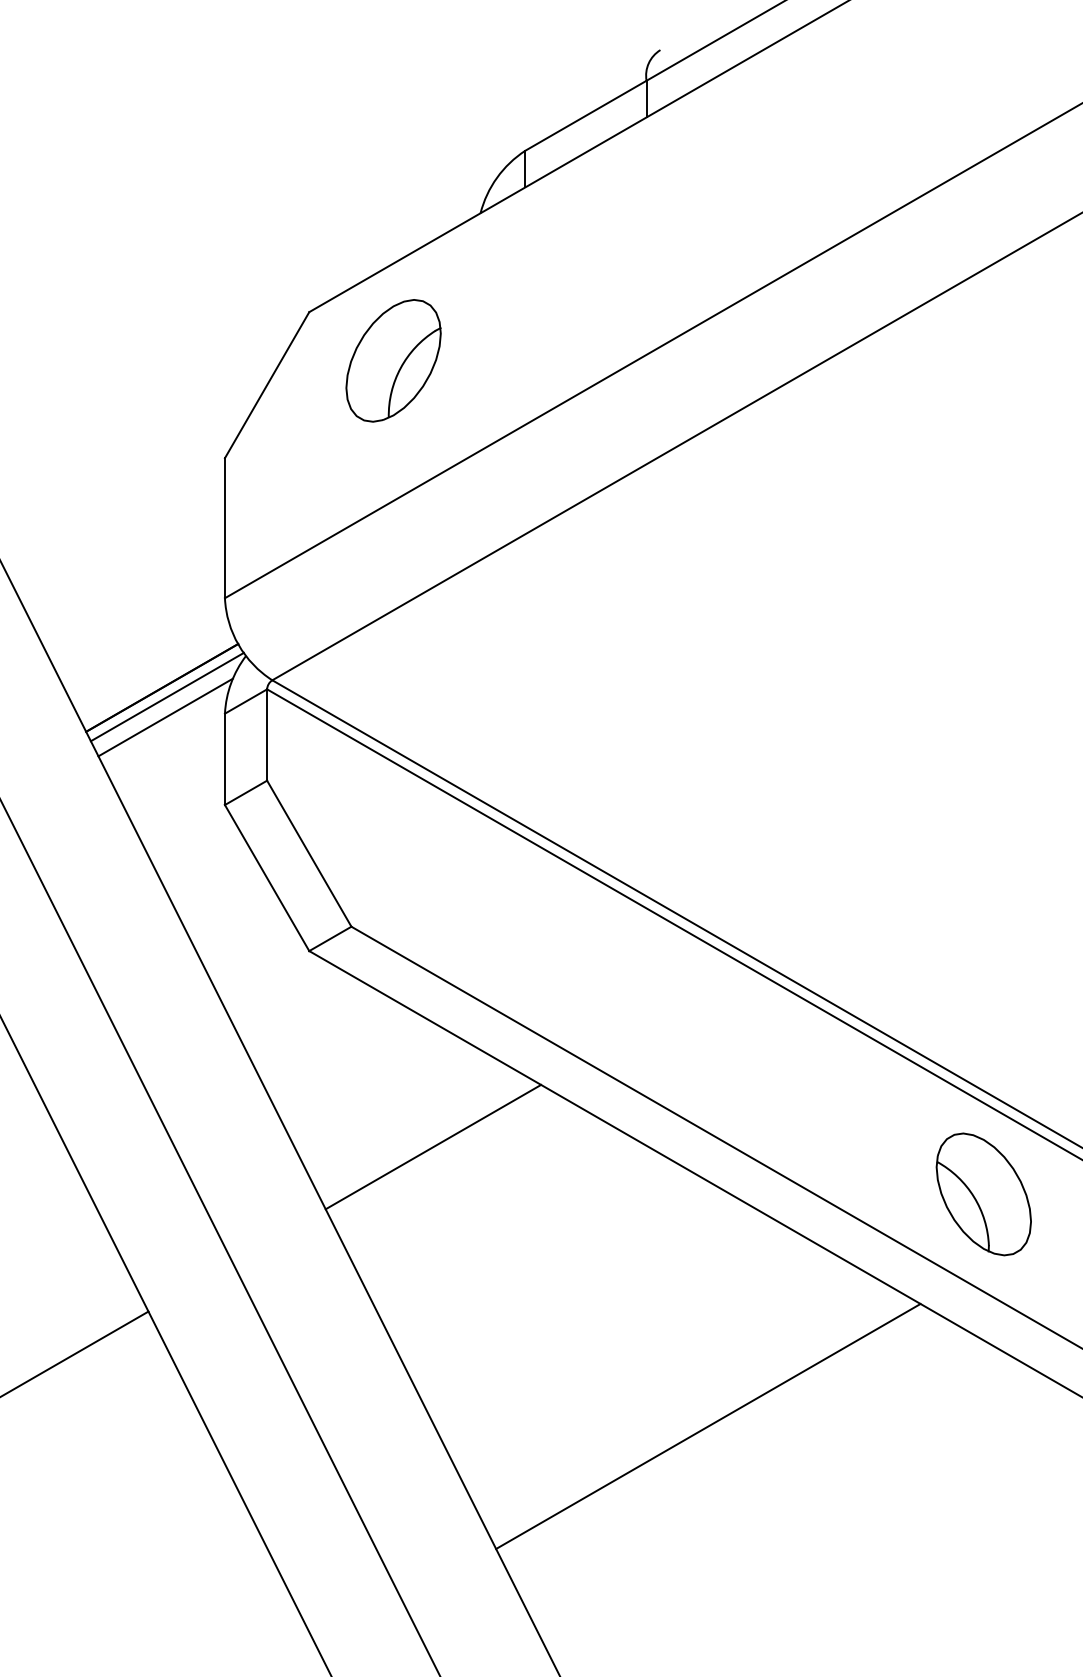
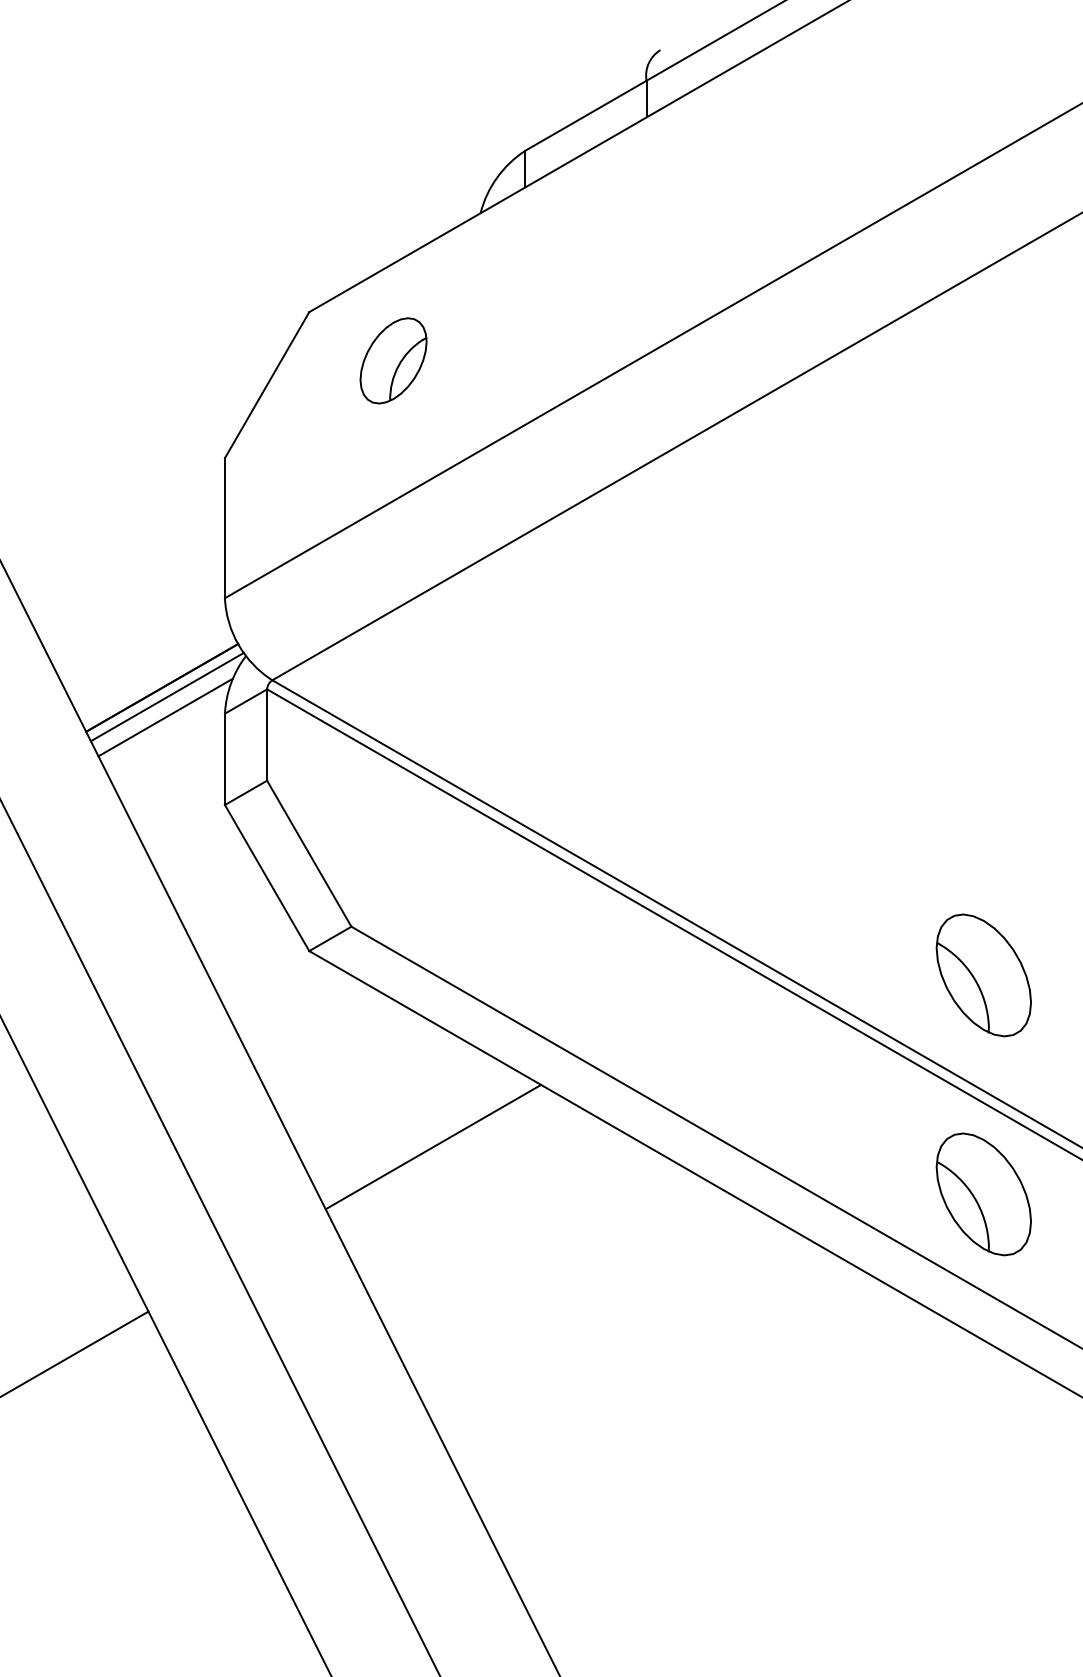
part at (393, 360) size: 97x124 px -> 69x88 px
part at (983, 975): none -> present
line at (708, 1425): present -> none
